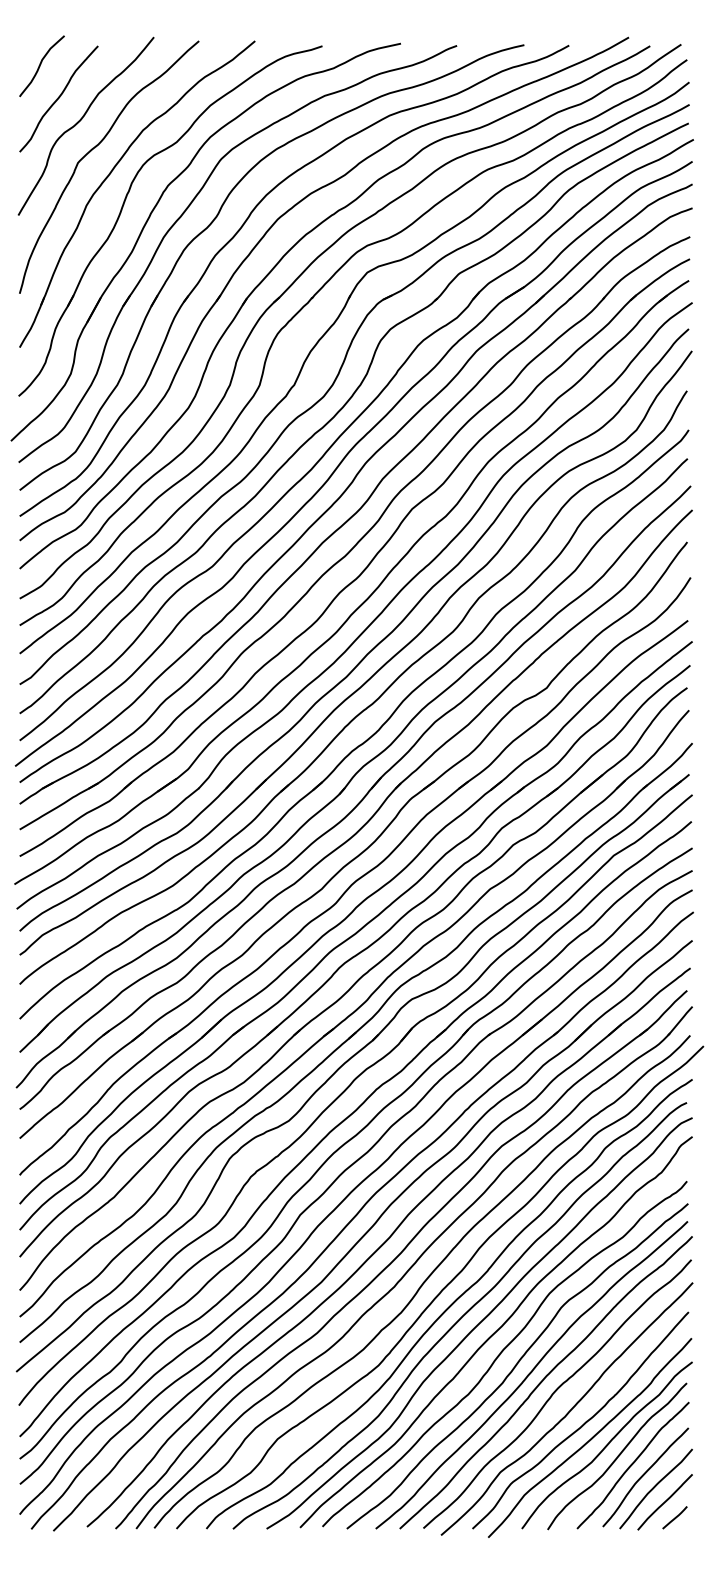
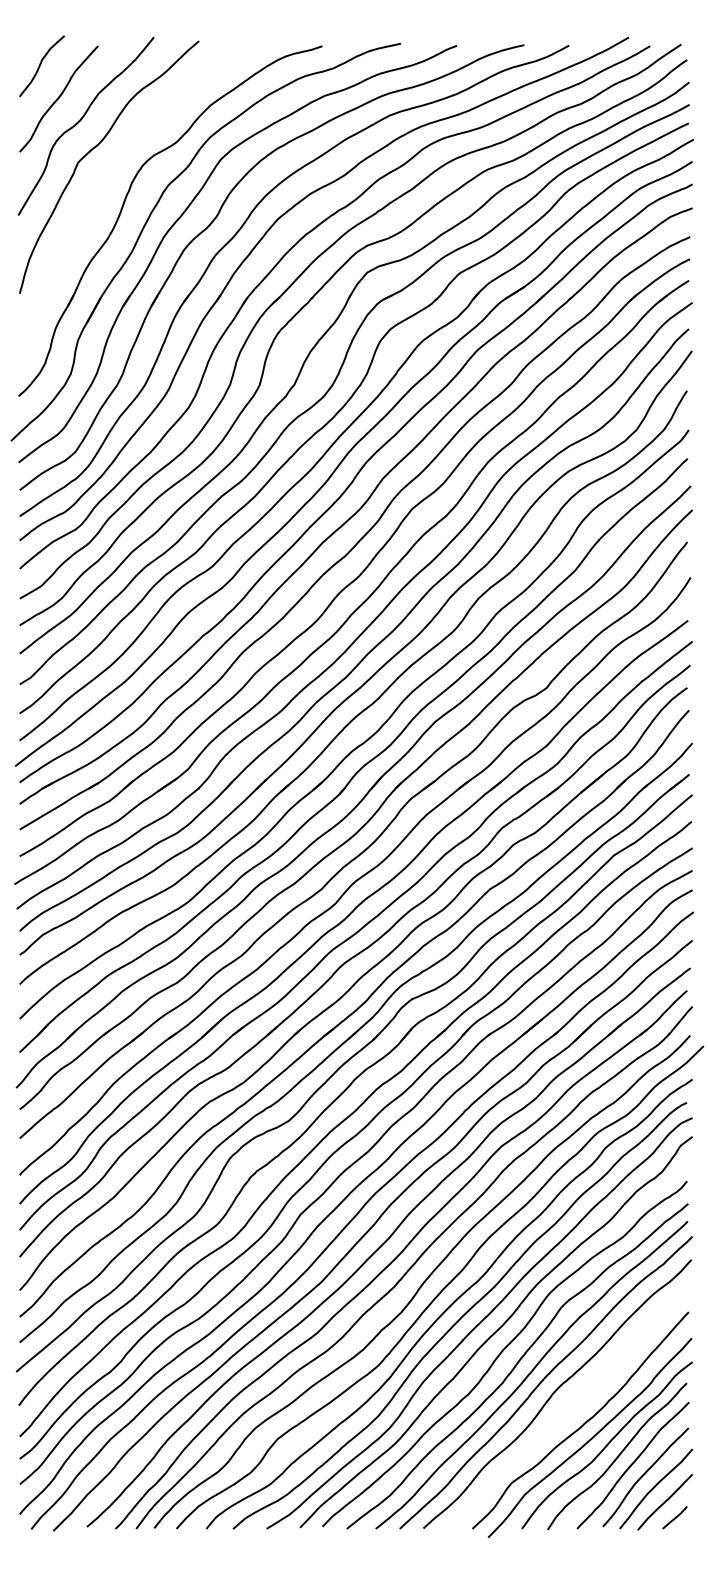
part at (111, 173): present -> none
curve at (569, 1410): present -> none
